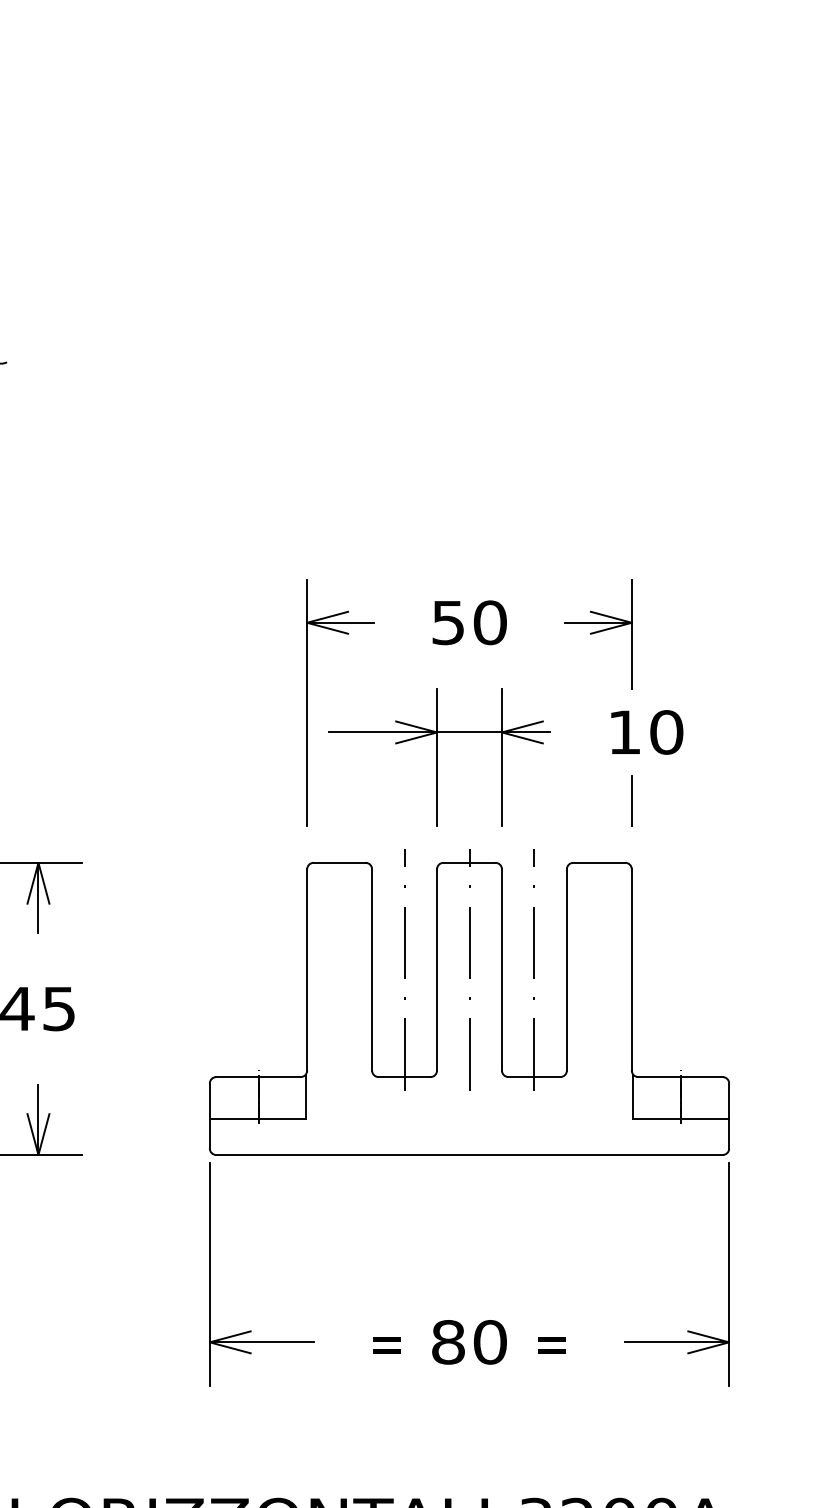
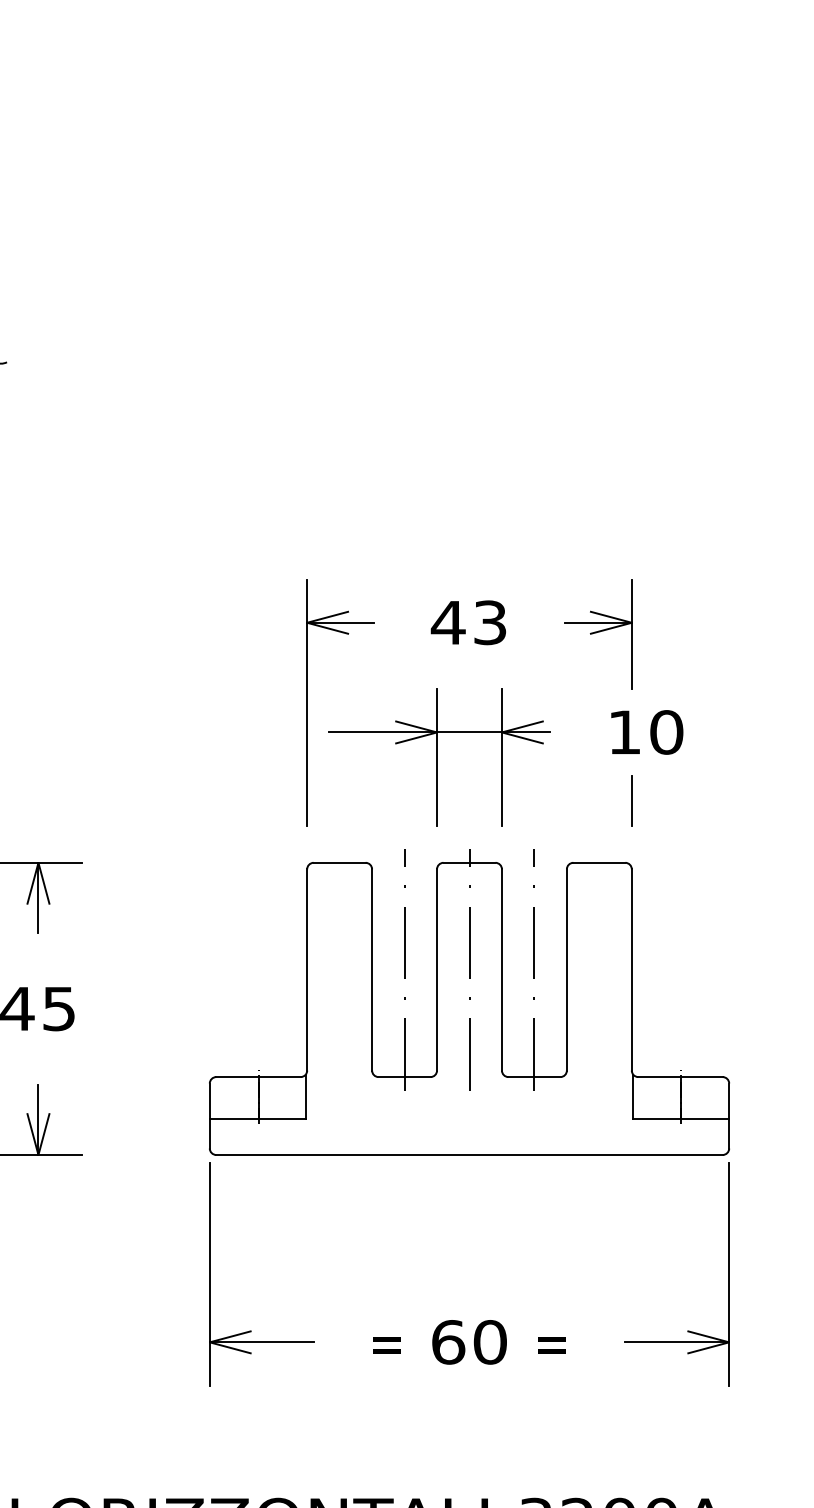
text at (468, 622): 50 -> 43
text at (448, 1342): 80 -> 60
